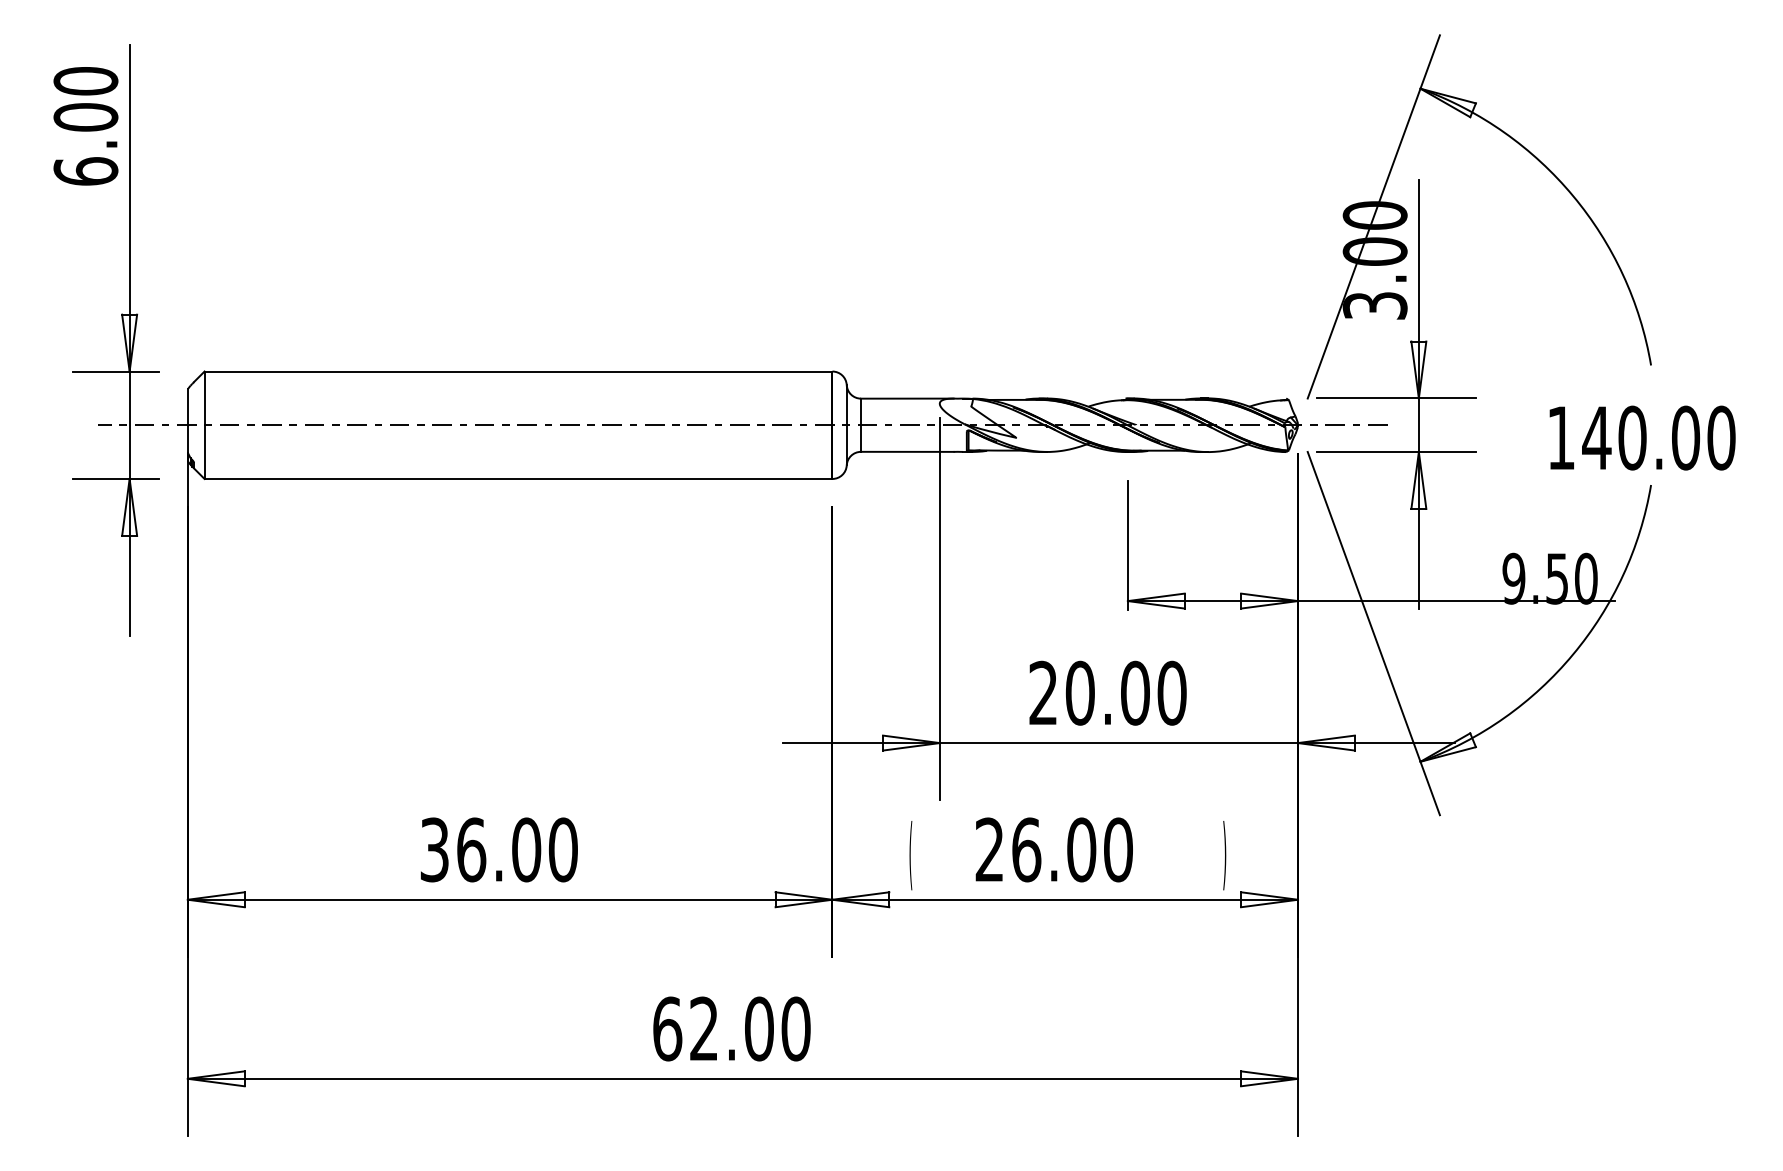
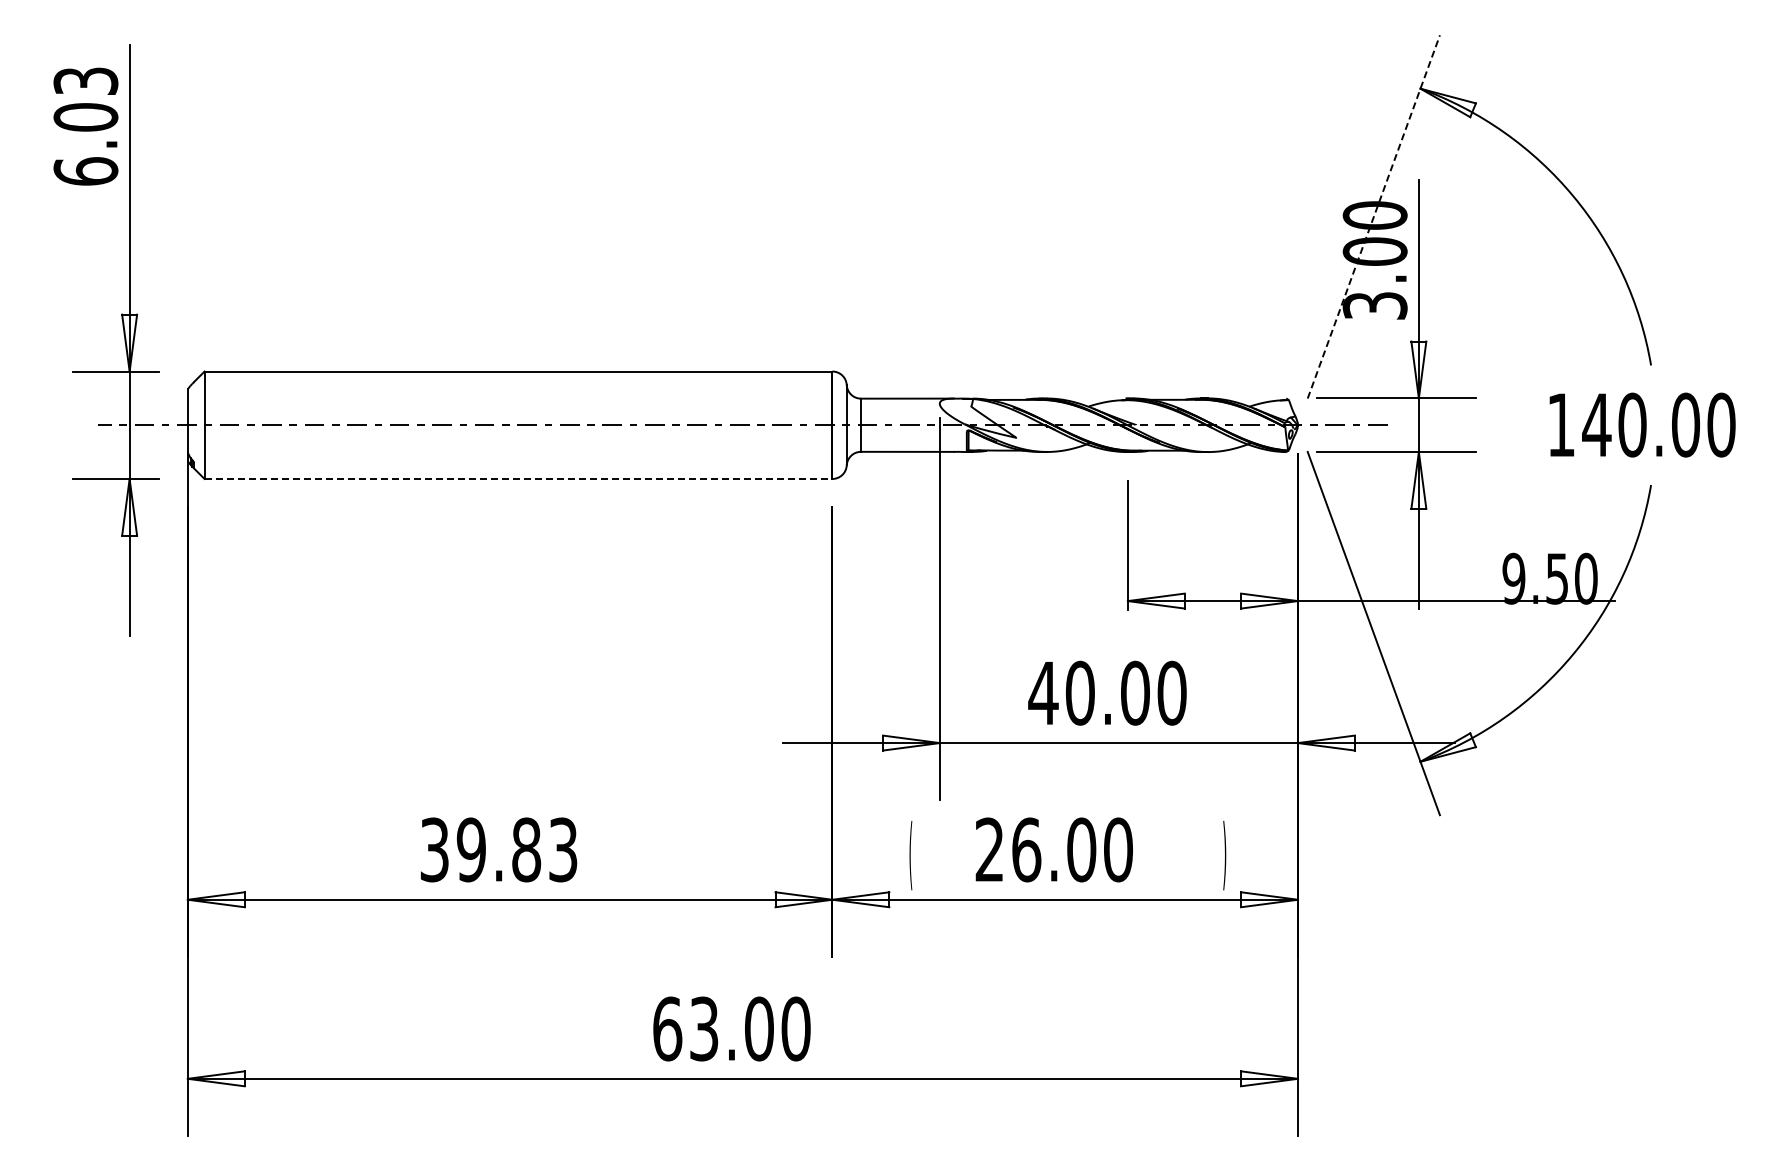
text at (85, 81): 6.00 -> 6.03
line at (1374, 216): solid -> dashed
text at (1642, 437) position: (1642, 437) -> (1642, 424)
line at (518, 478): solid -> dashed
text at (1043, 692): 20.00 -> 40.00
text at (516, 849): 36.00 -> 39.83
text at (704, 1028): 62.00 -> 63.00
